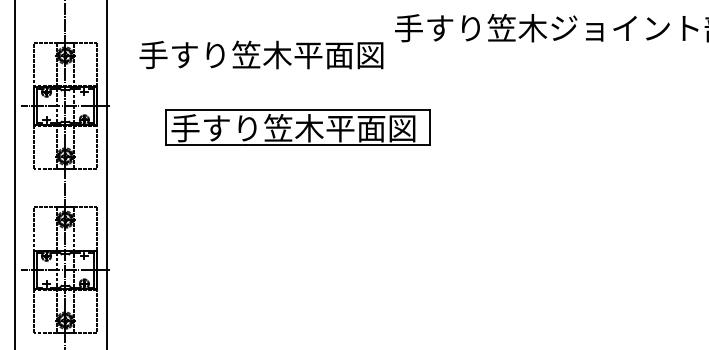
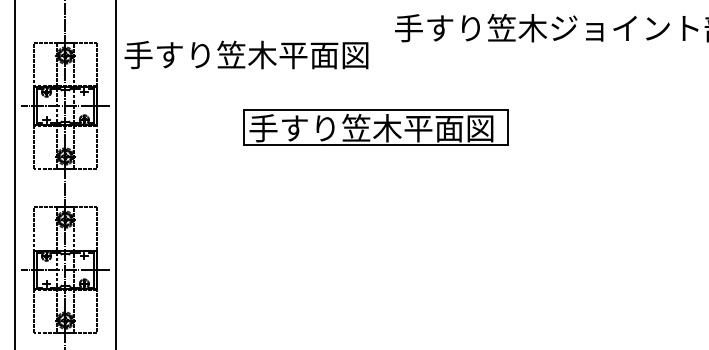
text at (261, 54) position: (261, 54) -> (246, 54)
part at (297, 127) position: (297, 127) -> (375, 127)
line at (106, 174) position: (106, 174) -> (115, 174)
